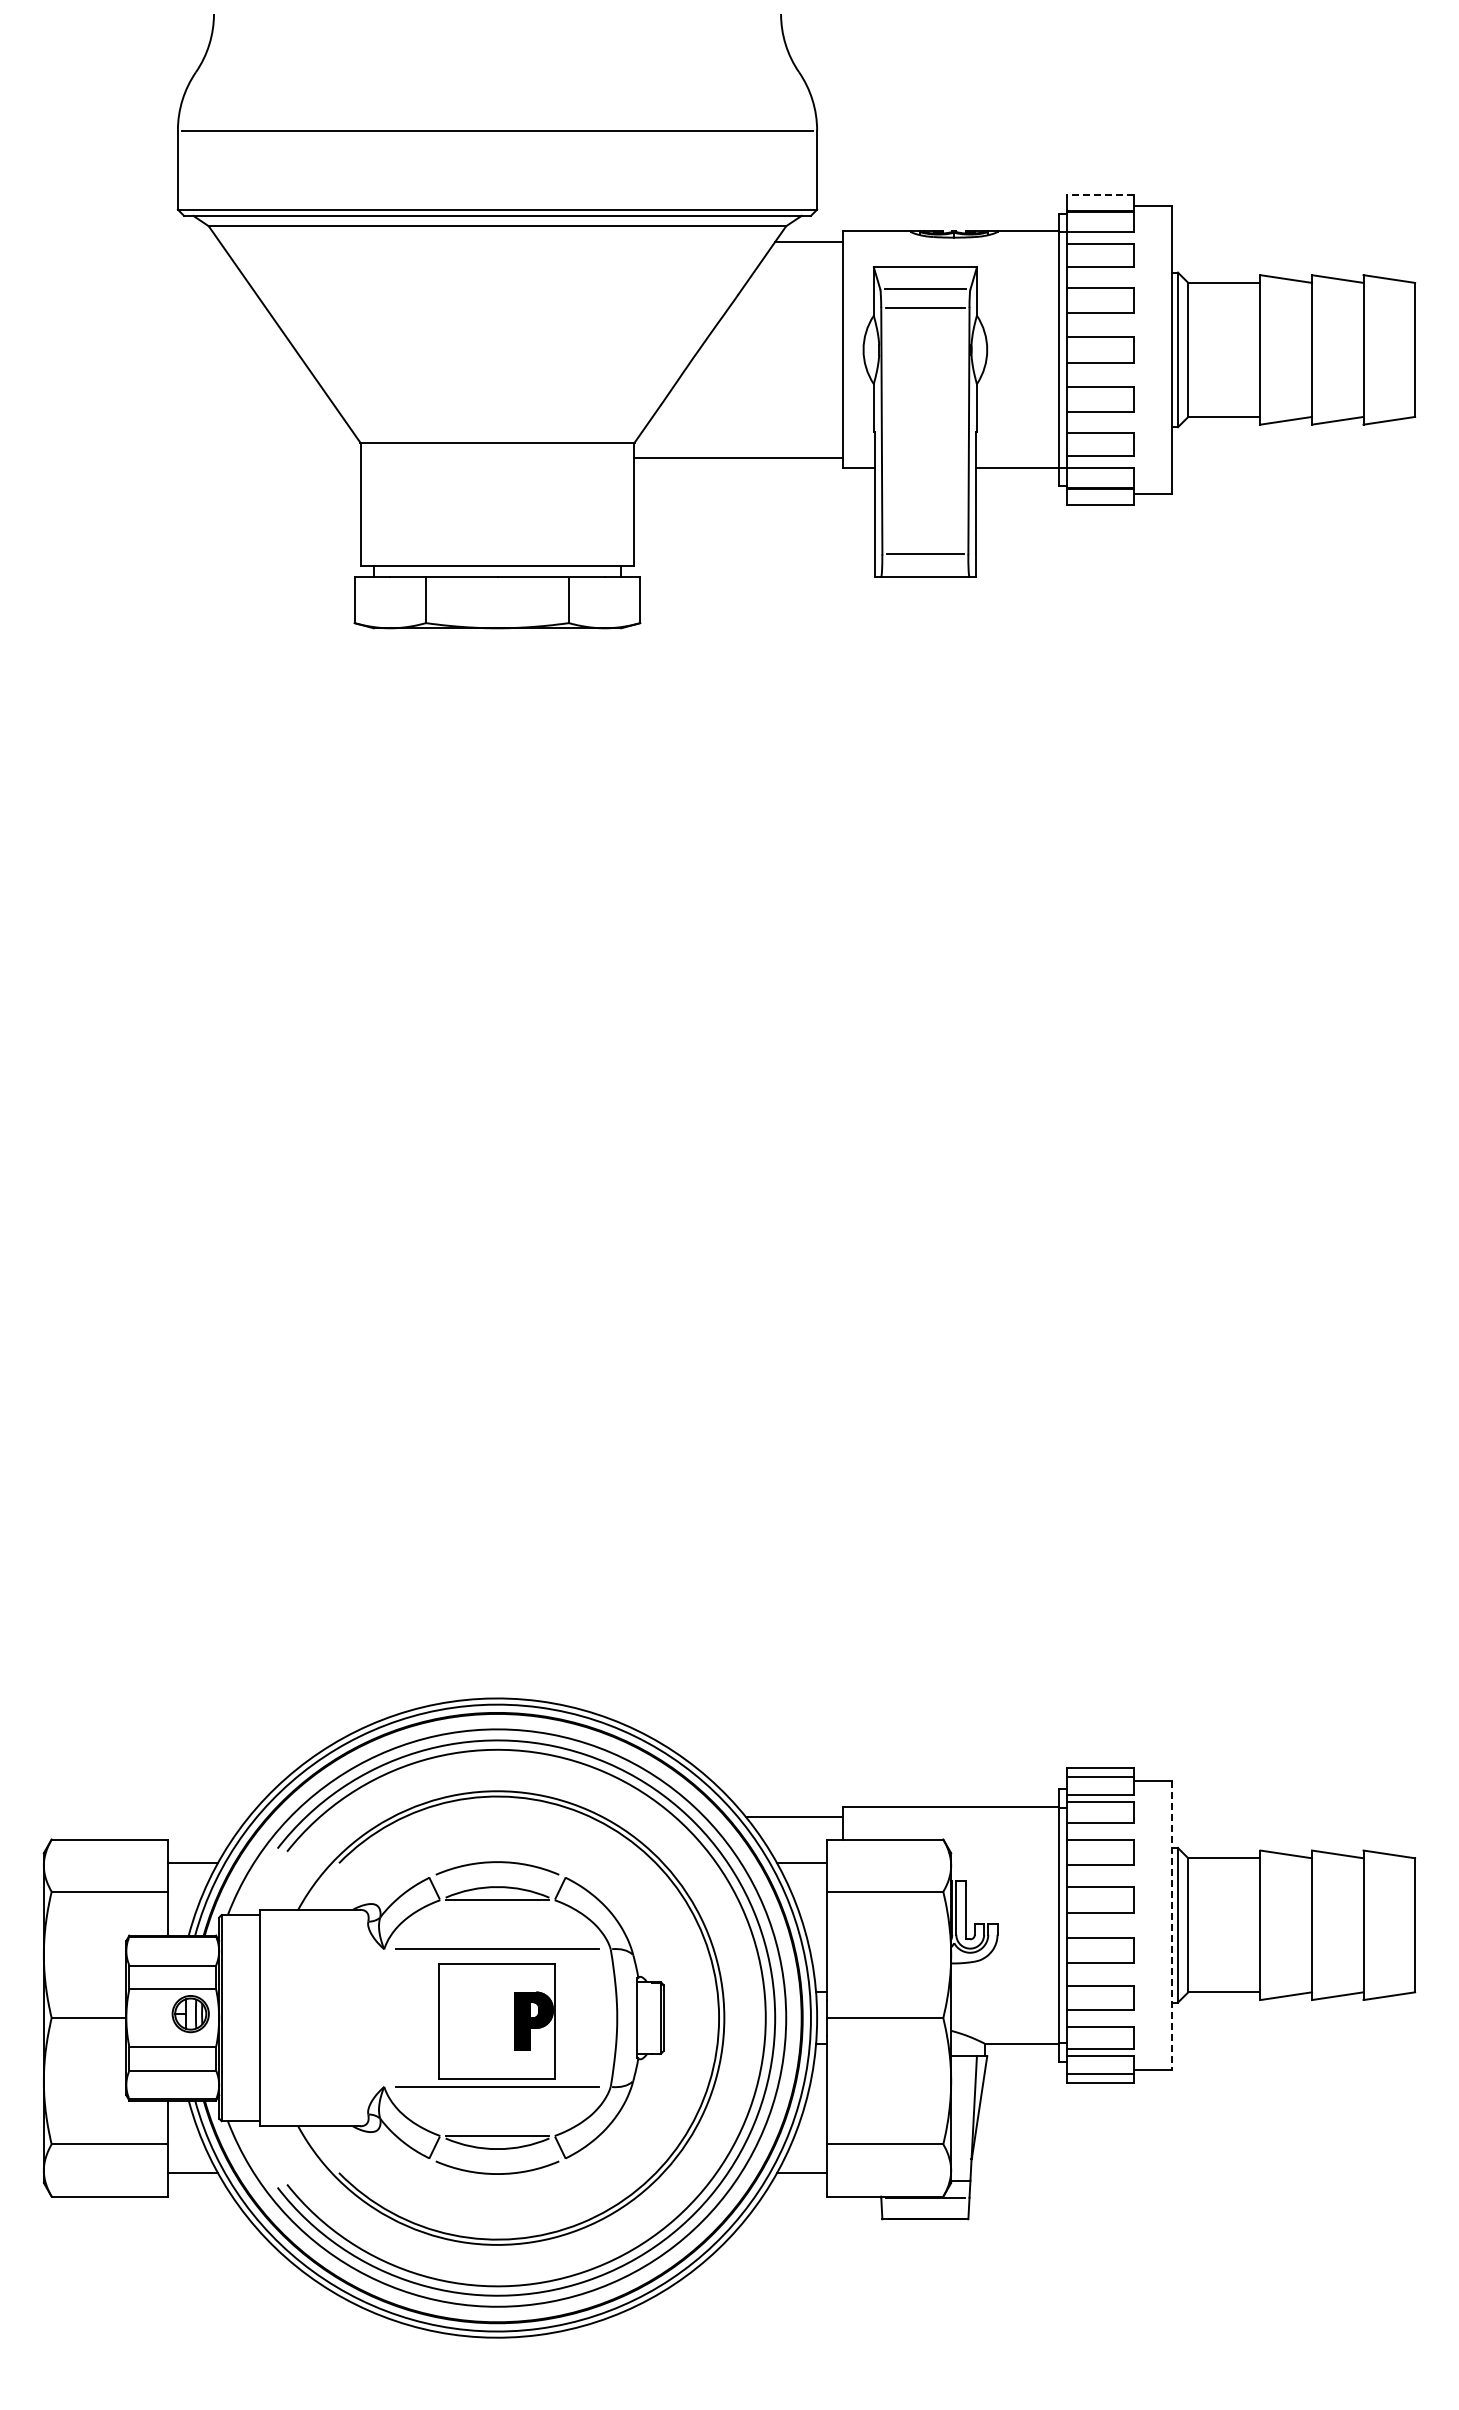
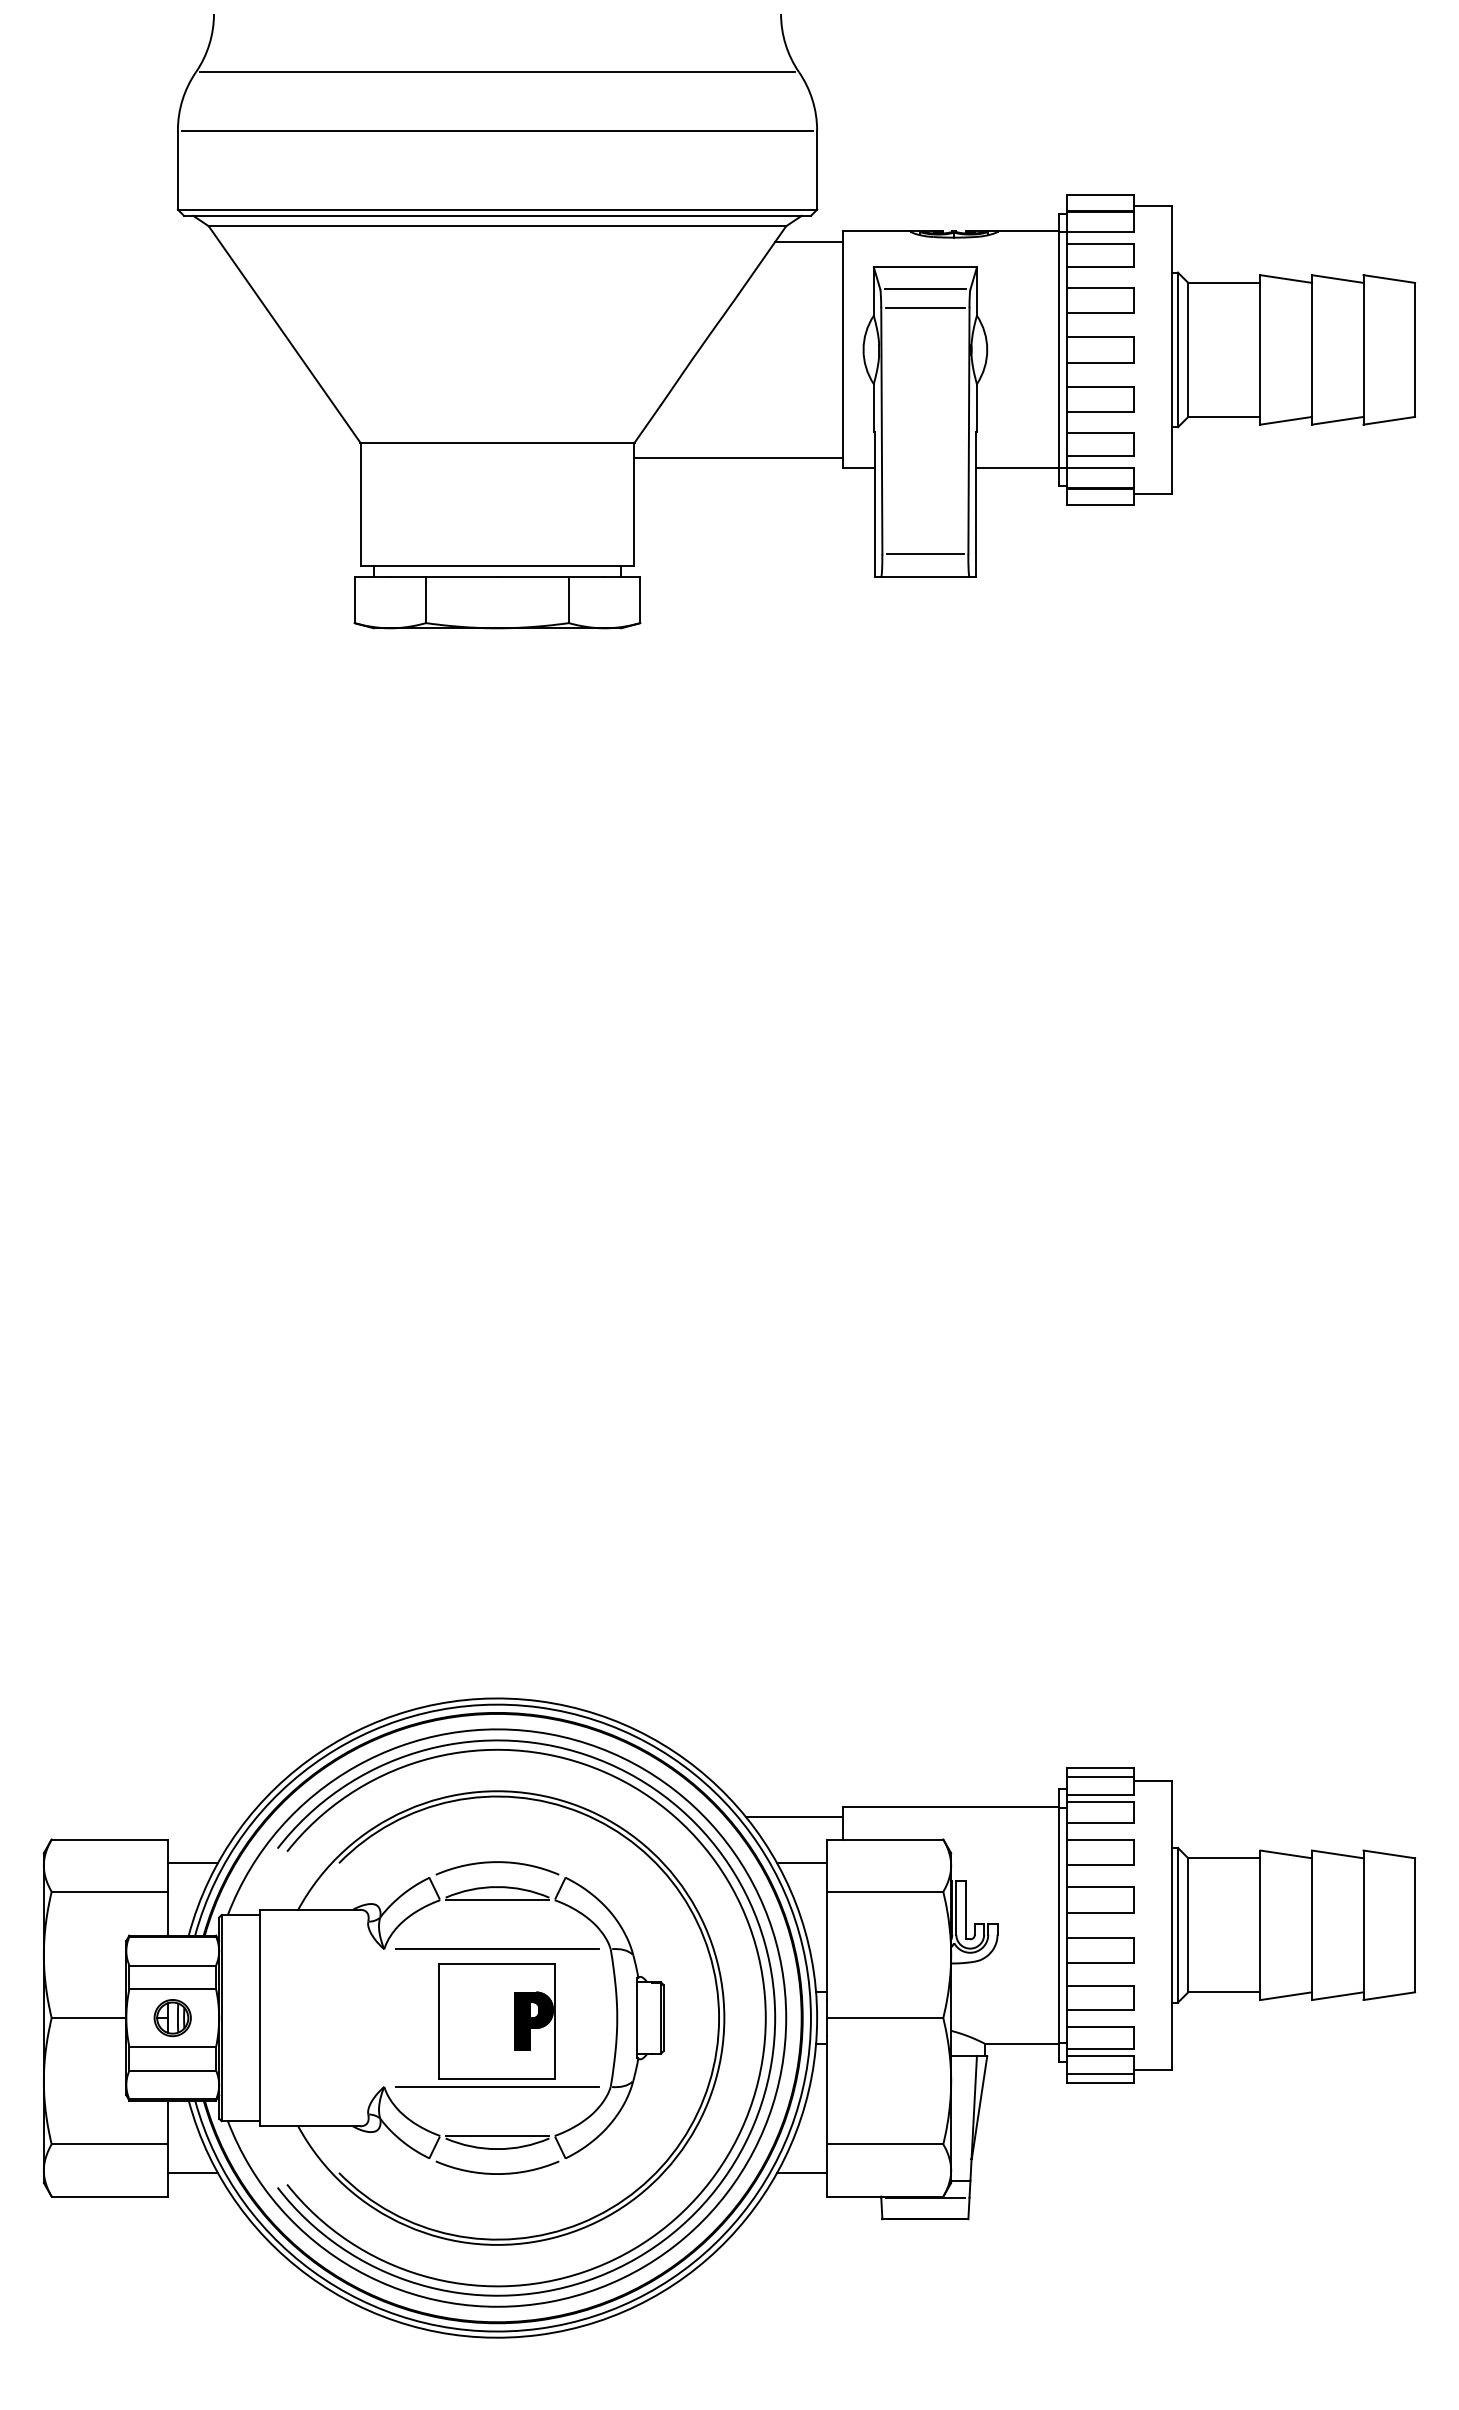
line at (497, 72): none -> present
line at (1100, 194): dashed -> solid
line at (1171, 1925): dashed -> solid
part at (190, 2014) position: (190, 2014) -> (172, 2018)
